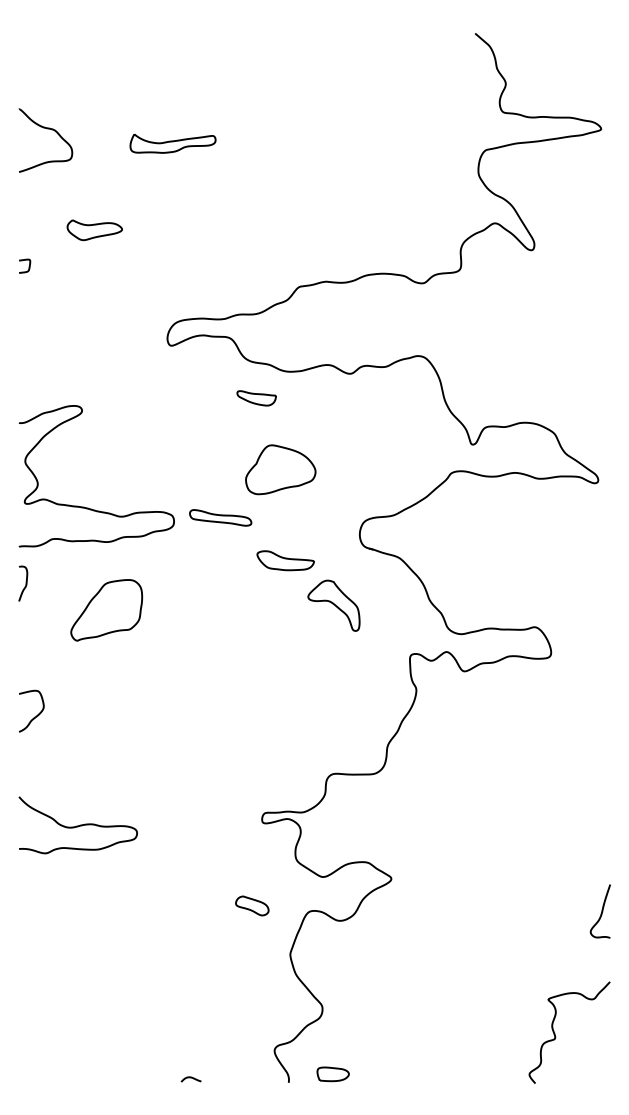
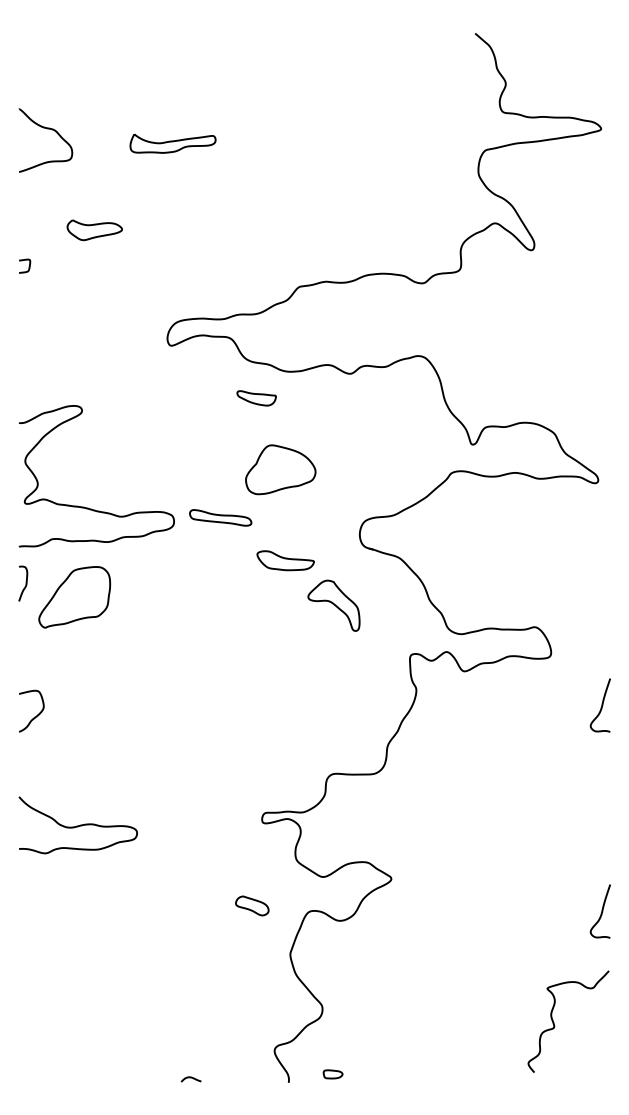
part at (106, 610) position: (106, 610) -> (74, 597)
curve at (601, 705): none -> present
curve at (556, 1036) position: (556, 1036) -> (555, 1025)
part at (332, 1074) size: 34x17 px -> 22x11 px
